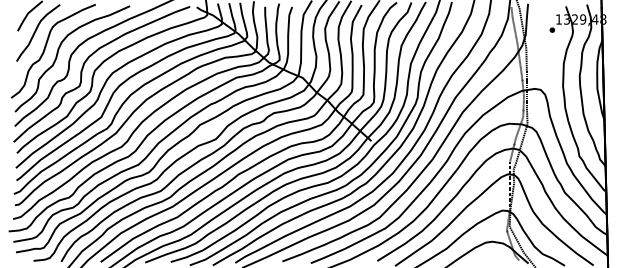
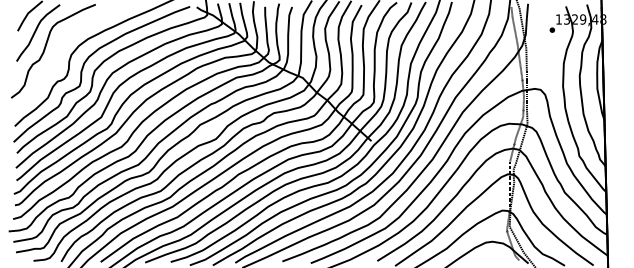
part at (58, 54): present -> none
